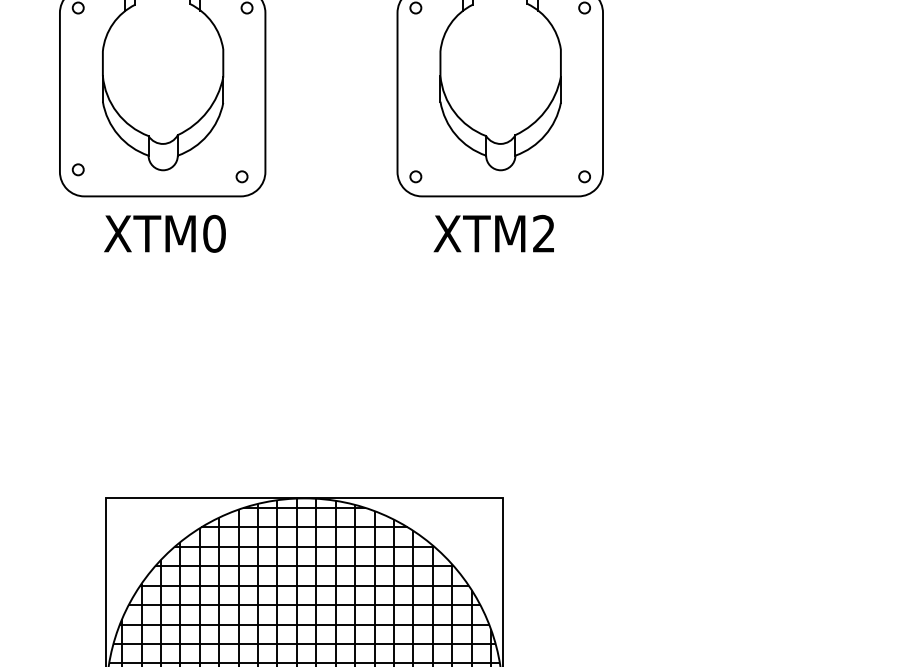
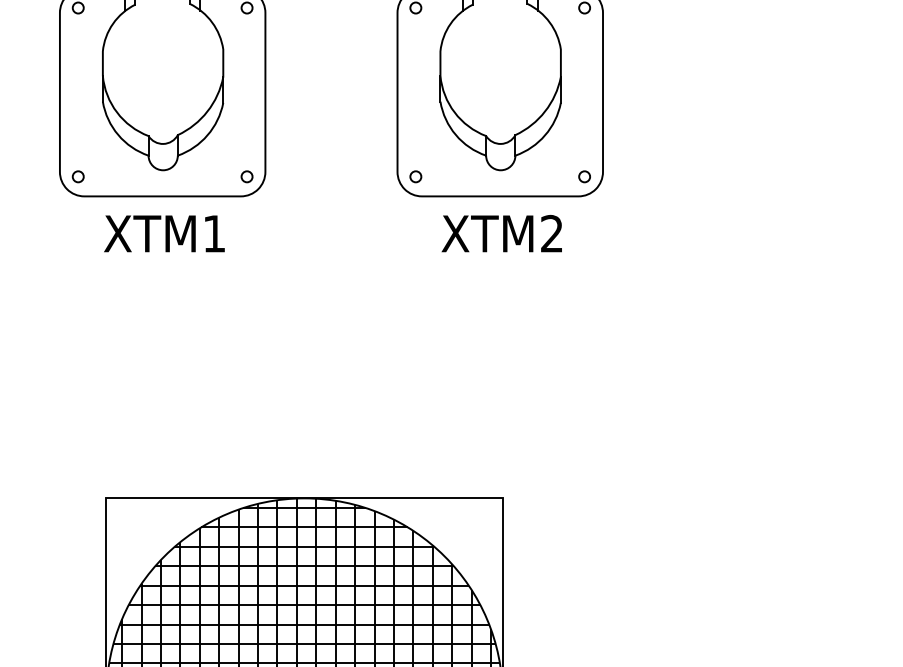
circle at (77, 169) position: (77, 169) -> (77, 176)
circle at (241, 176) position: (241, 176) -> (246, 176)
text at (214, 233): XTM0 -> XTM1
text at (493, 233) position: (493, 233) -> (501, 233)
